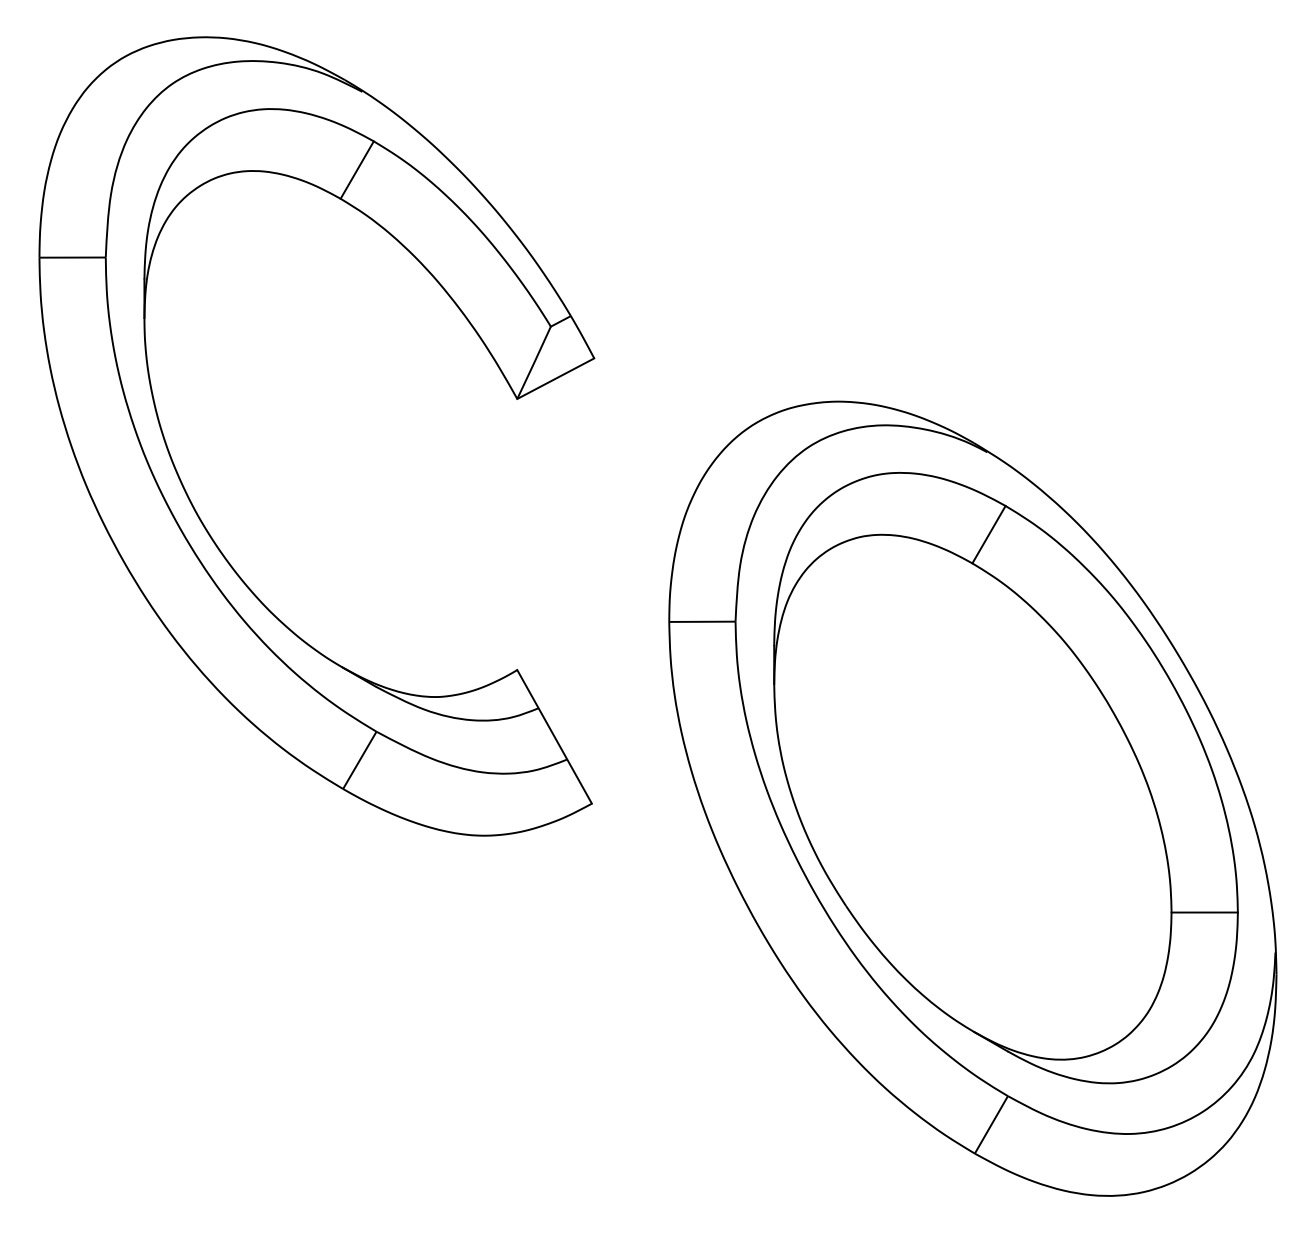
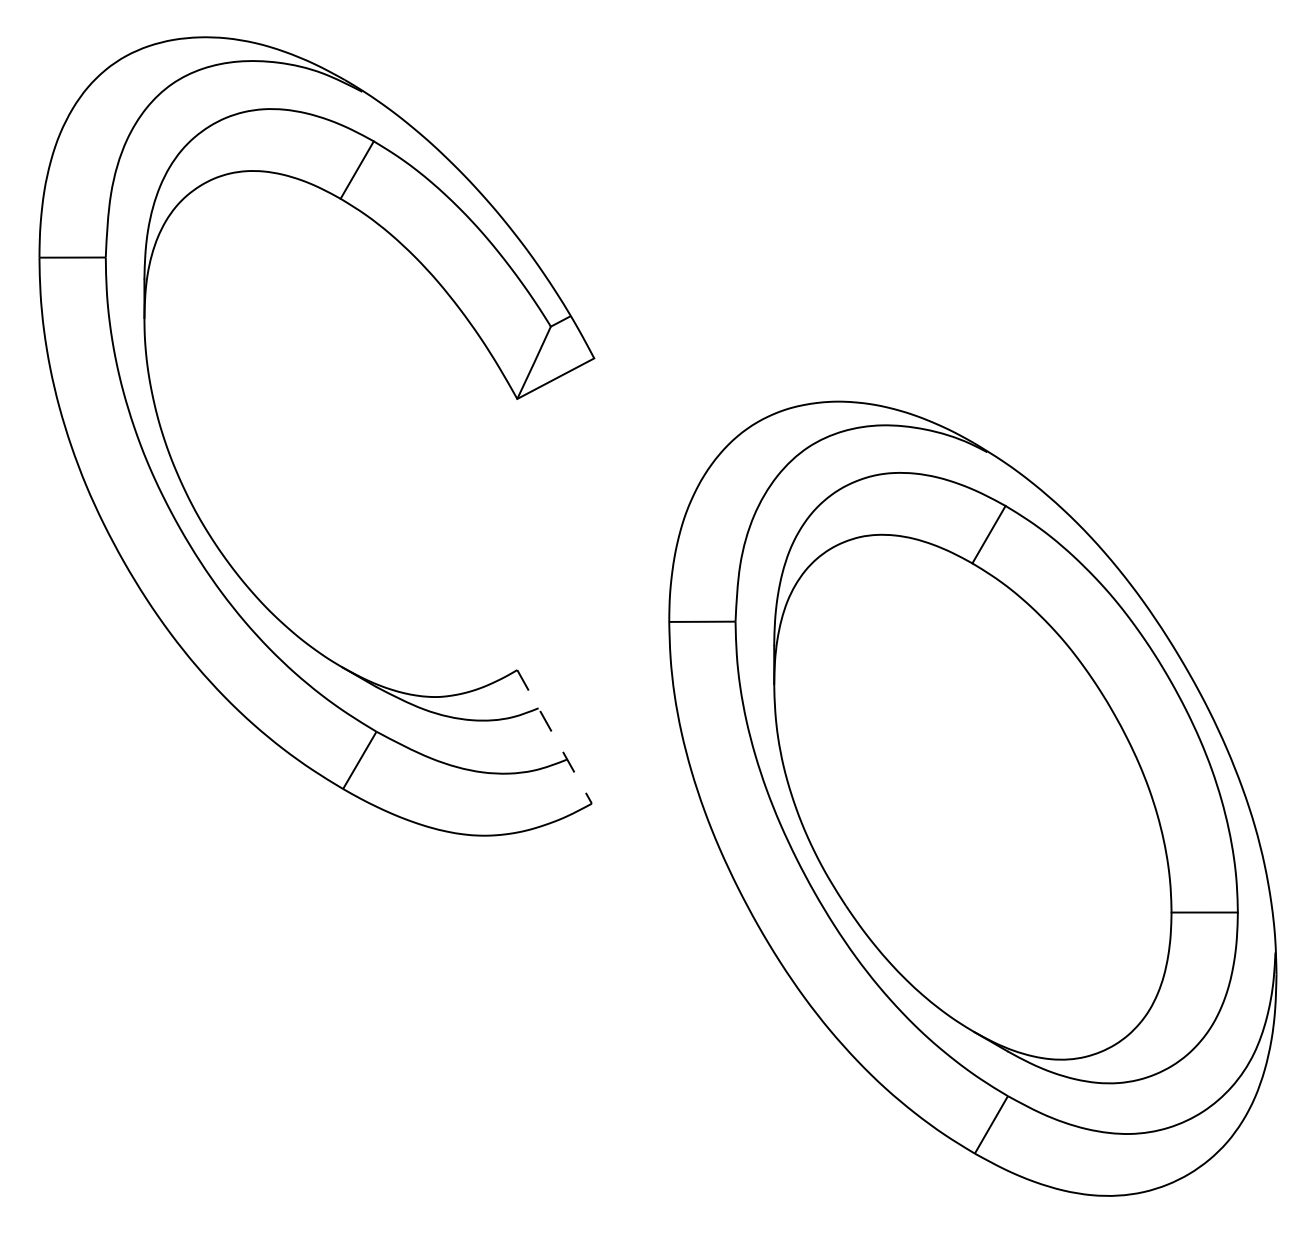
line at (554, 736): solid -> dashed
